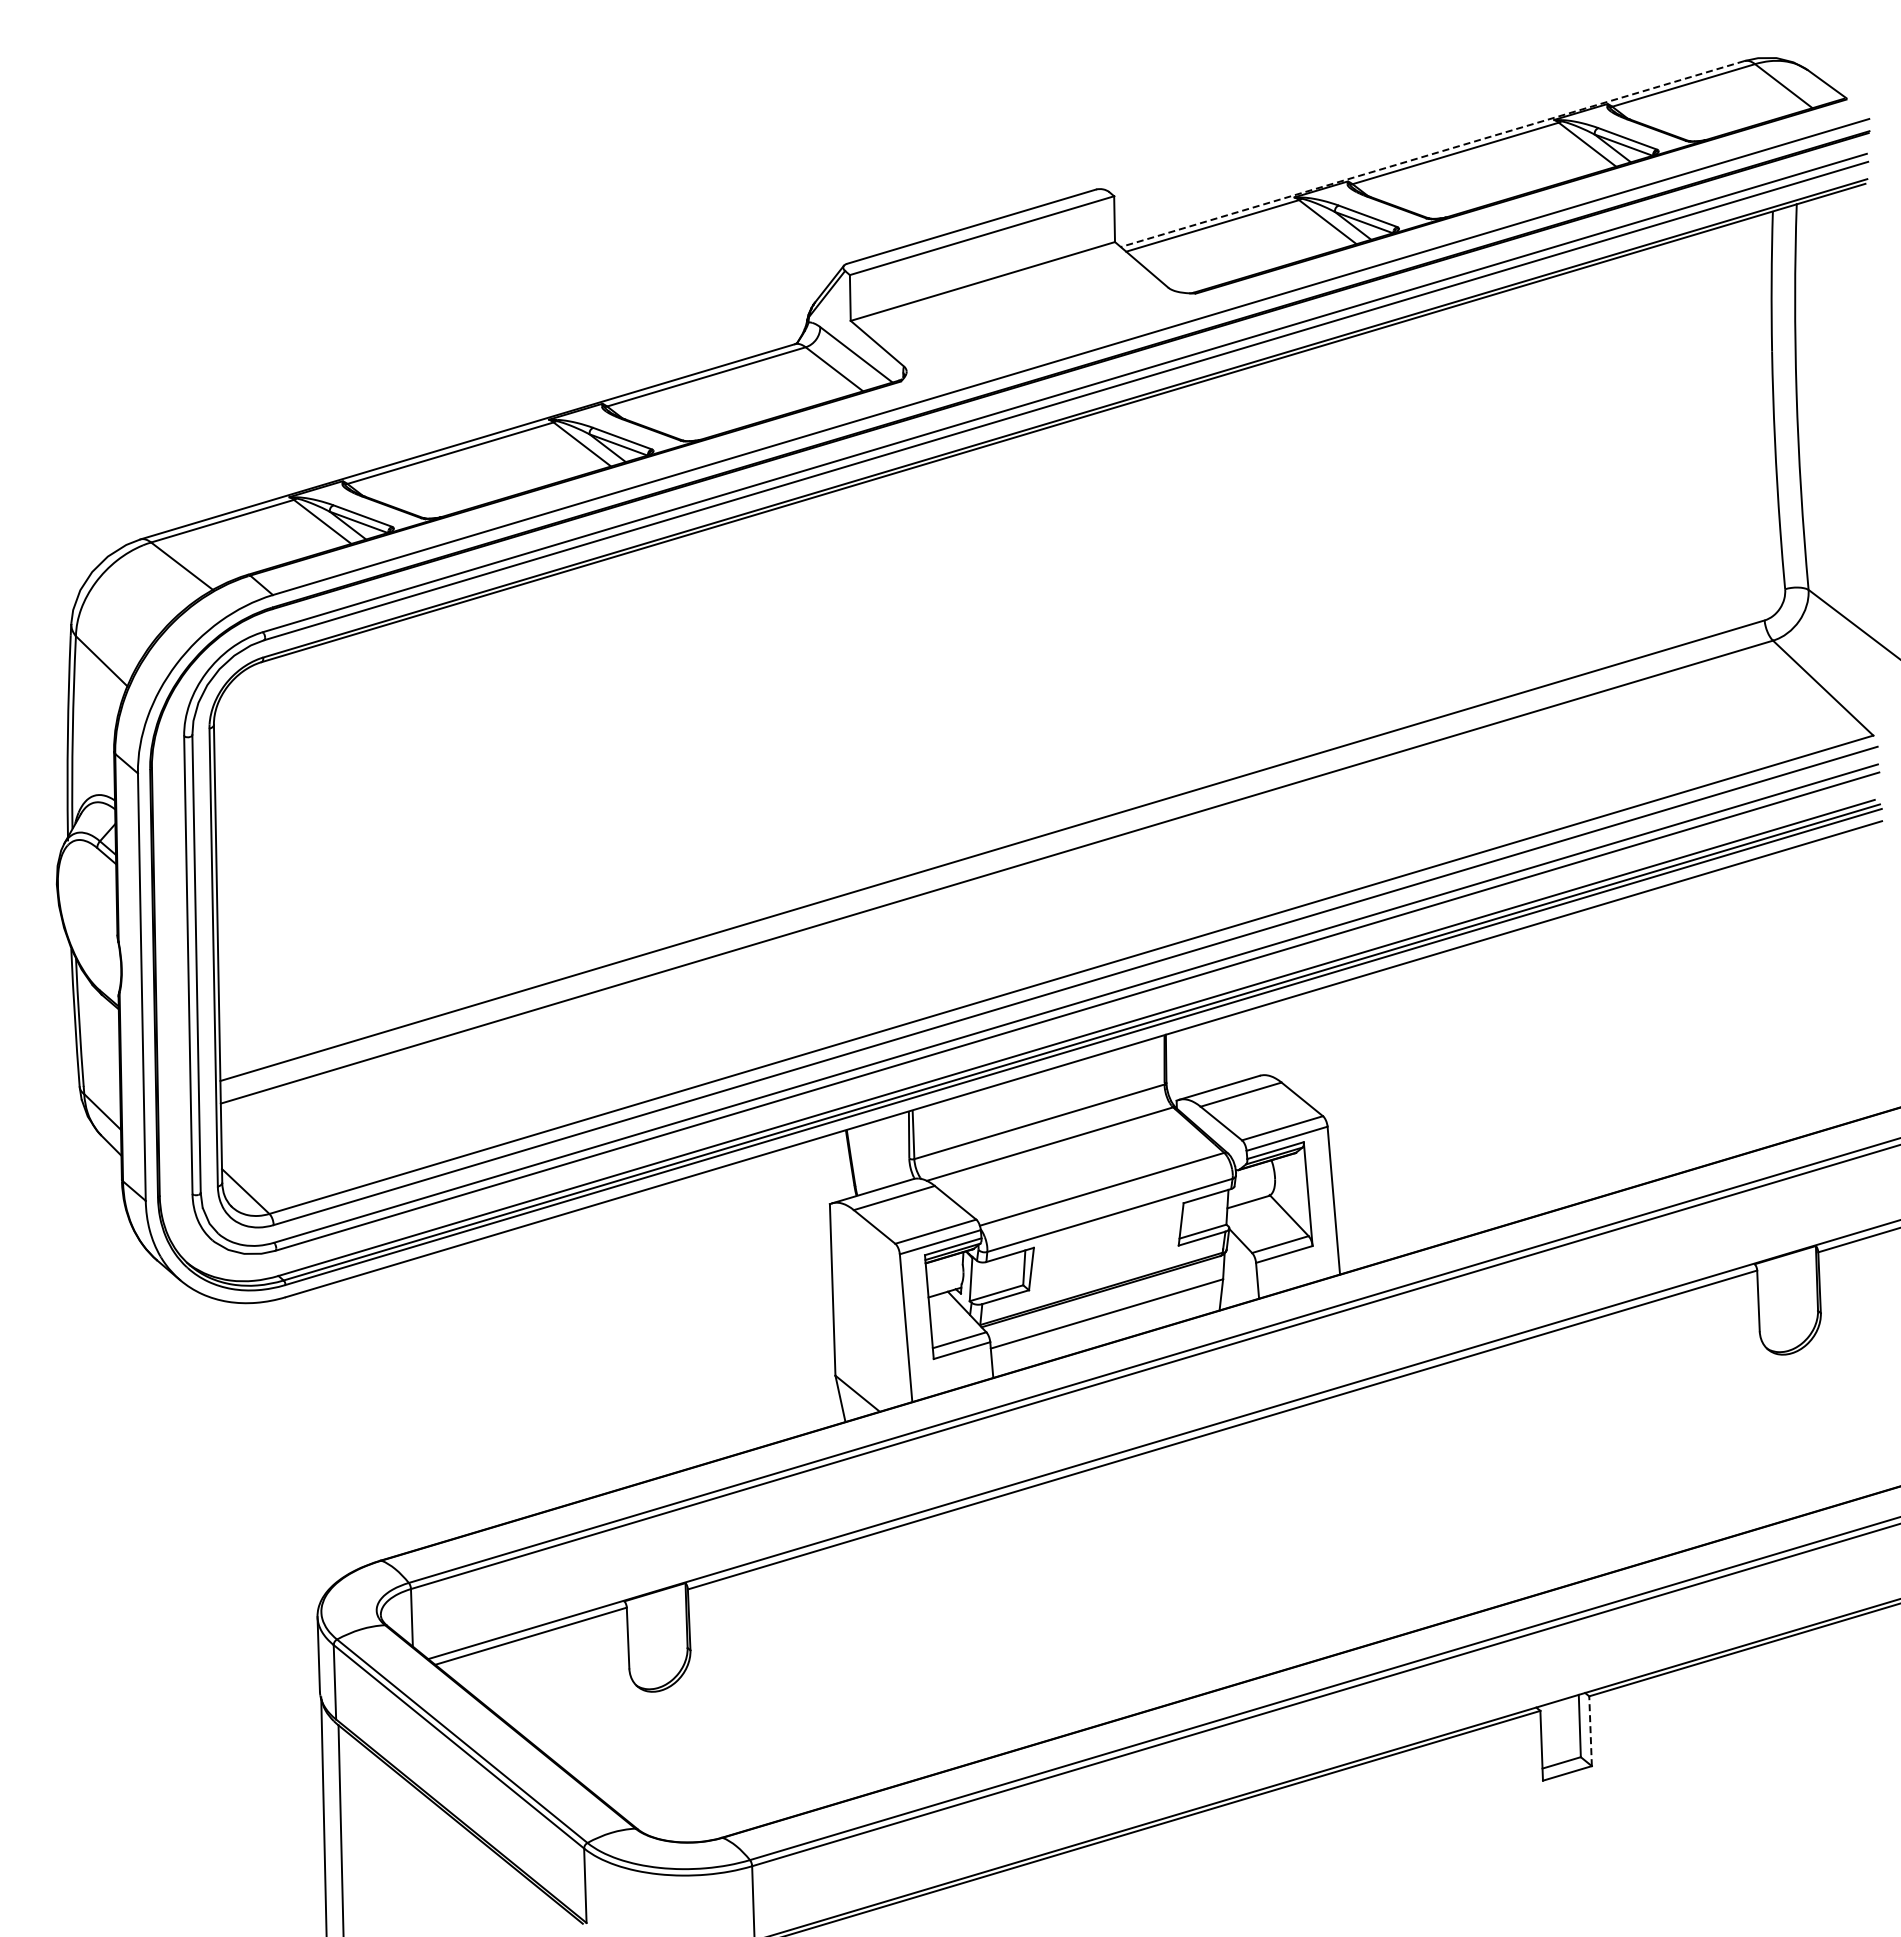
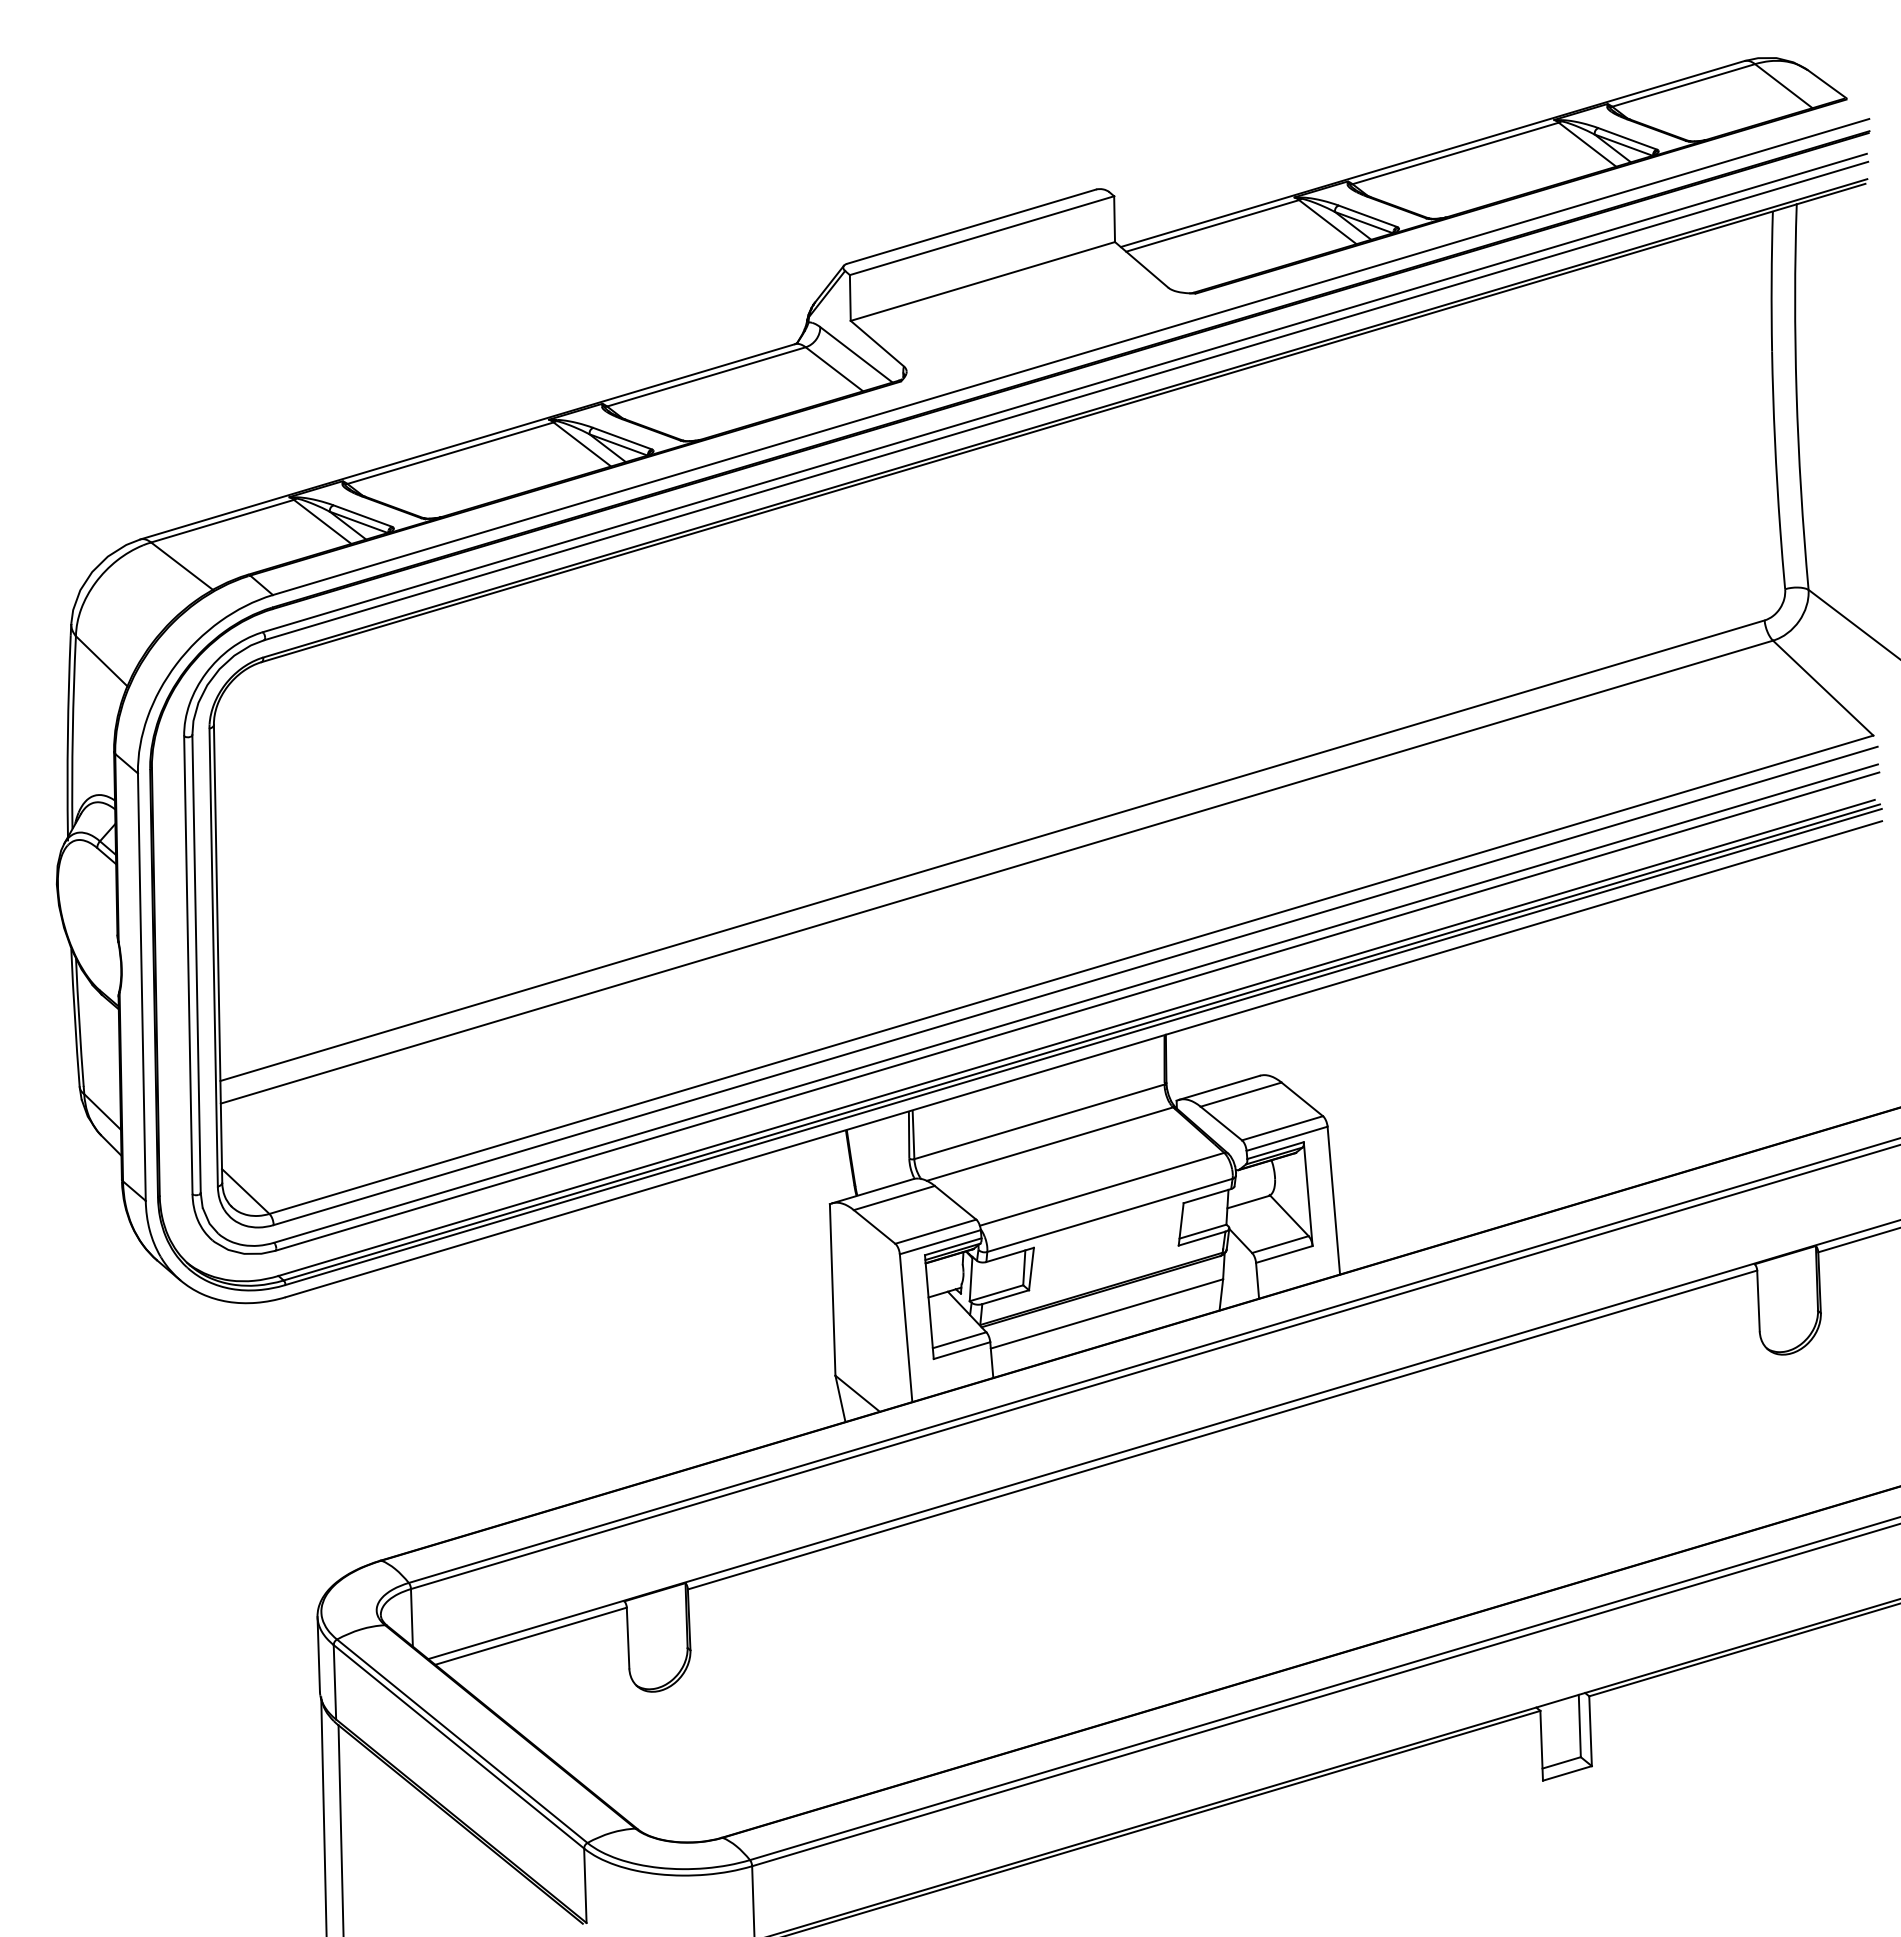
line at (1432, 154): dashed -> solid
line at (1590, 1731): dashed -> solid
